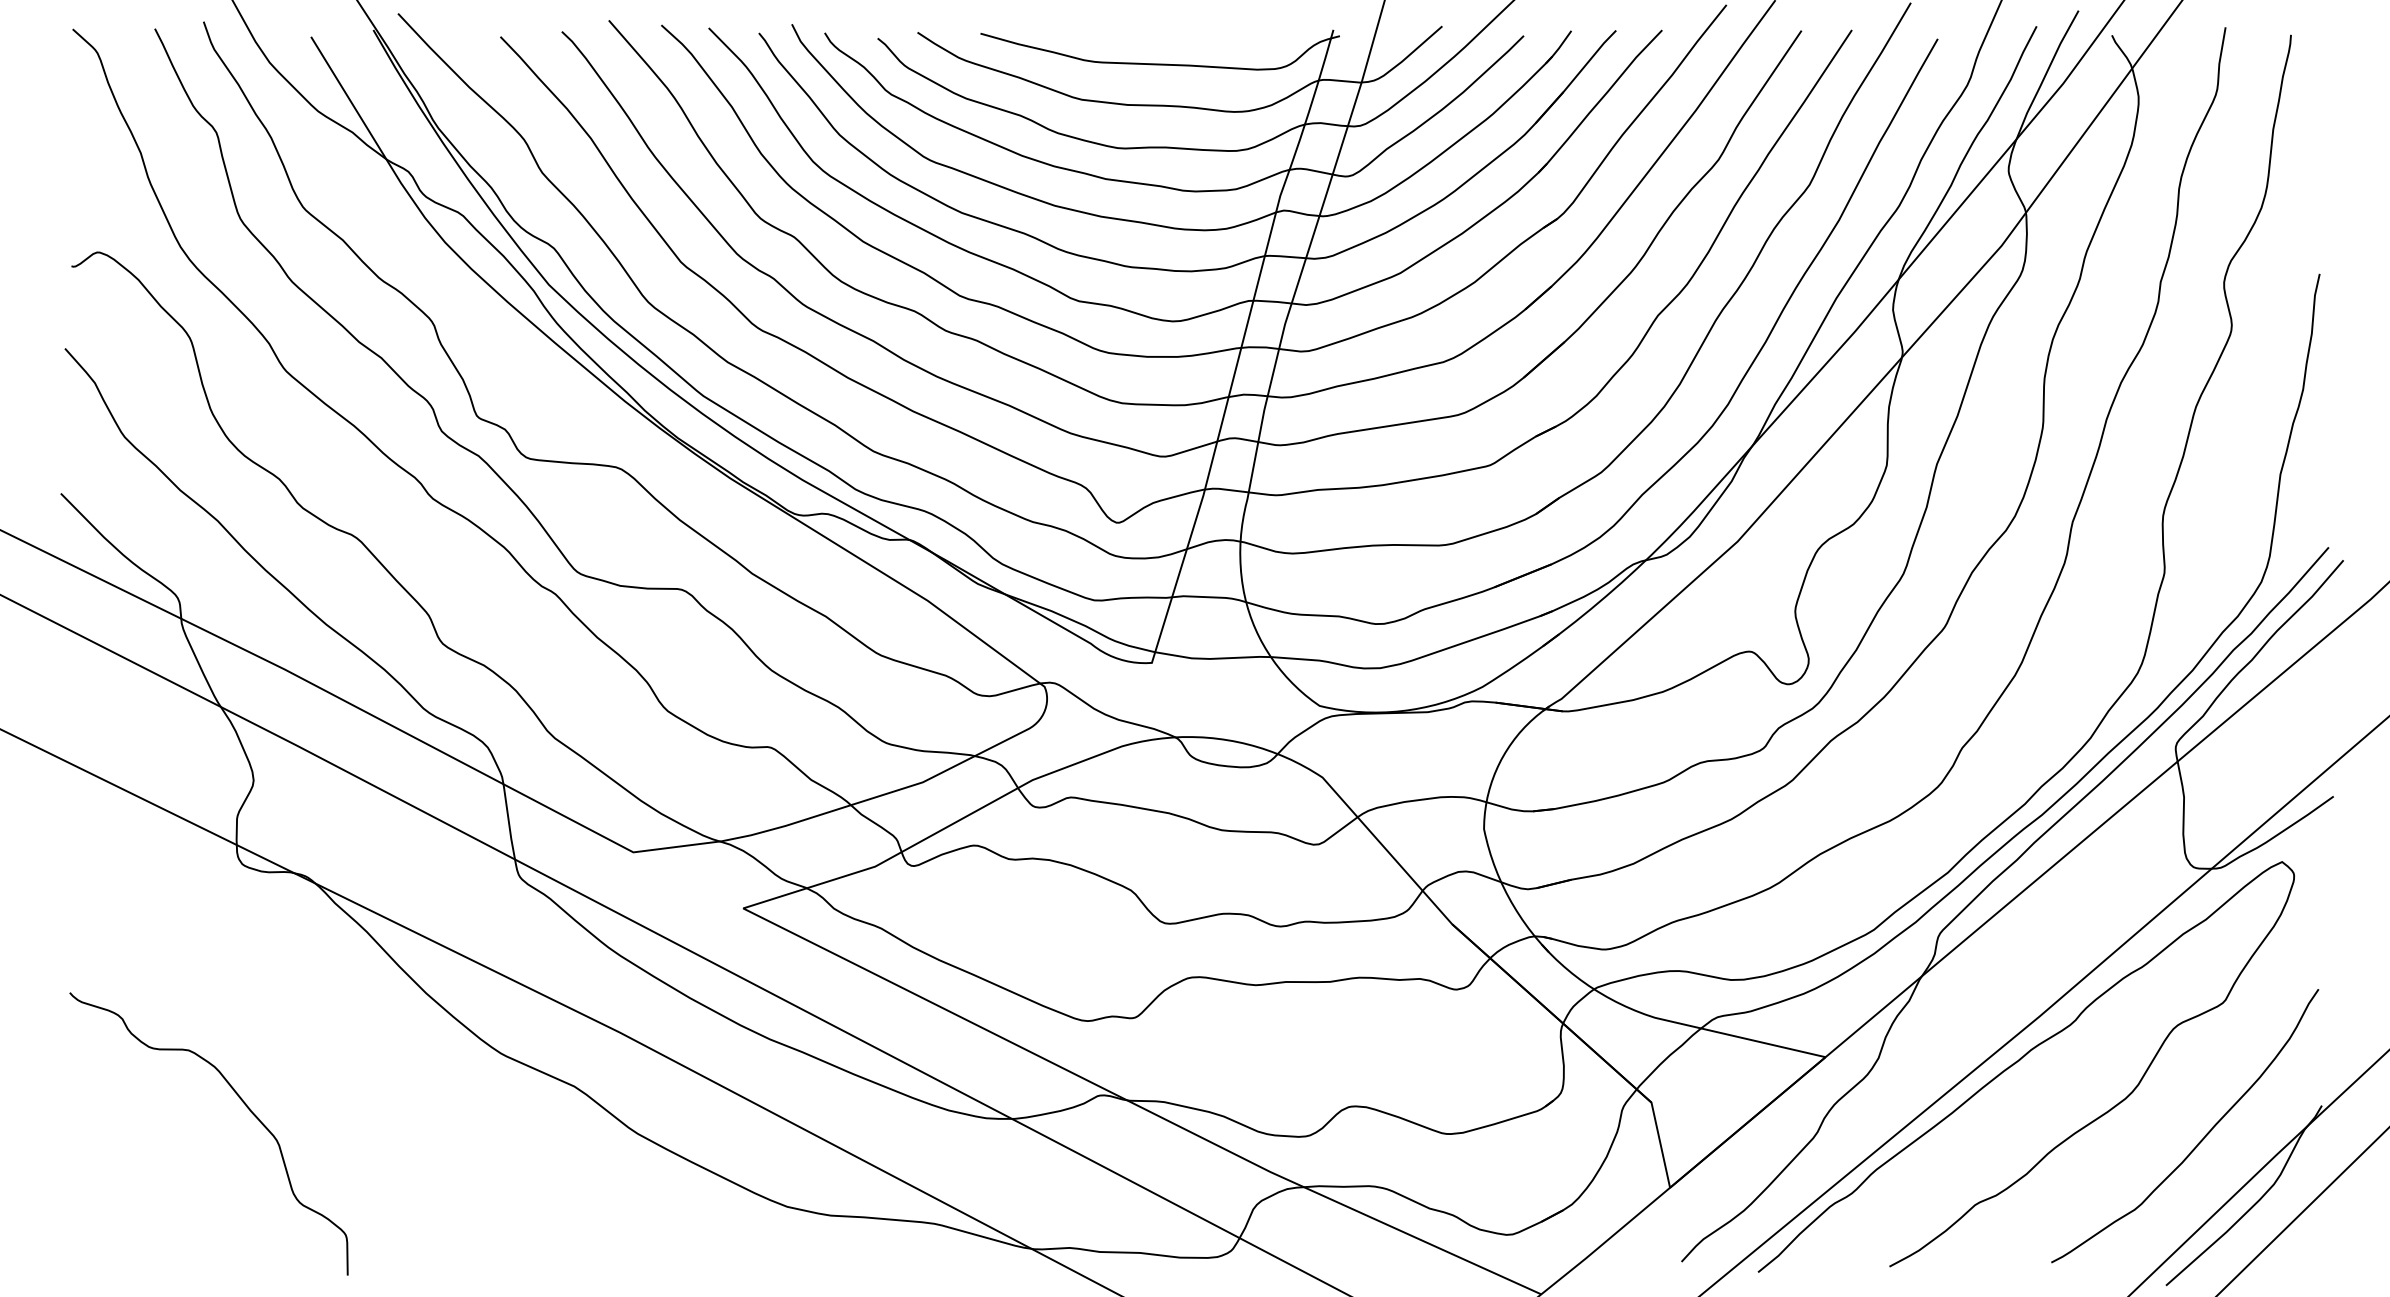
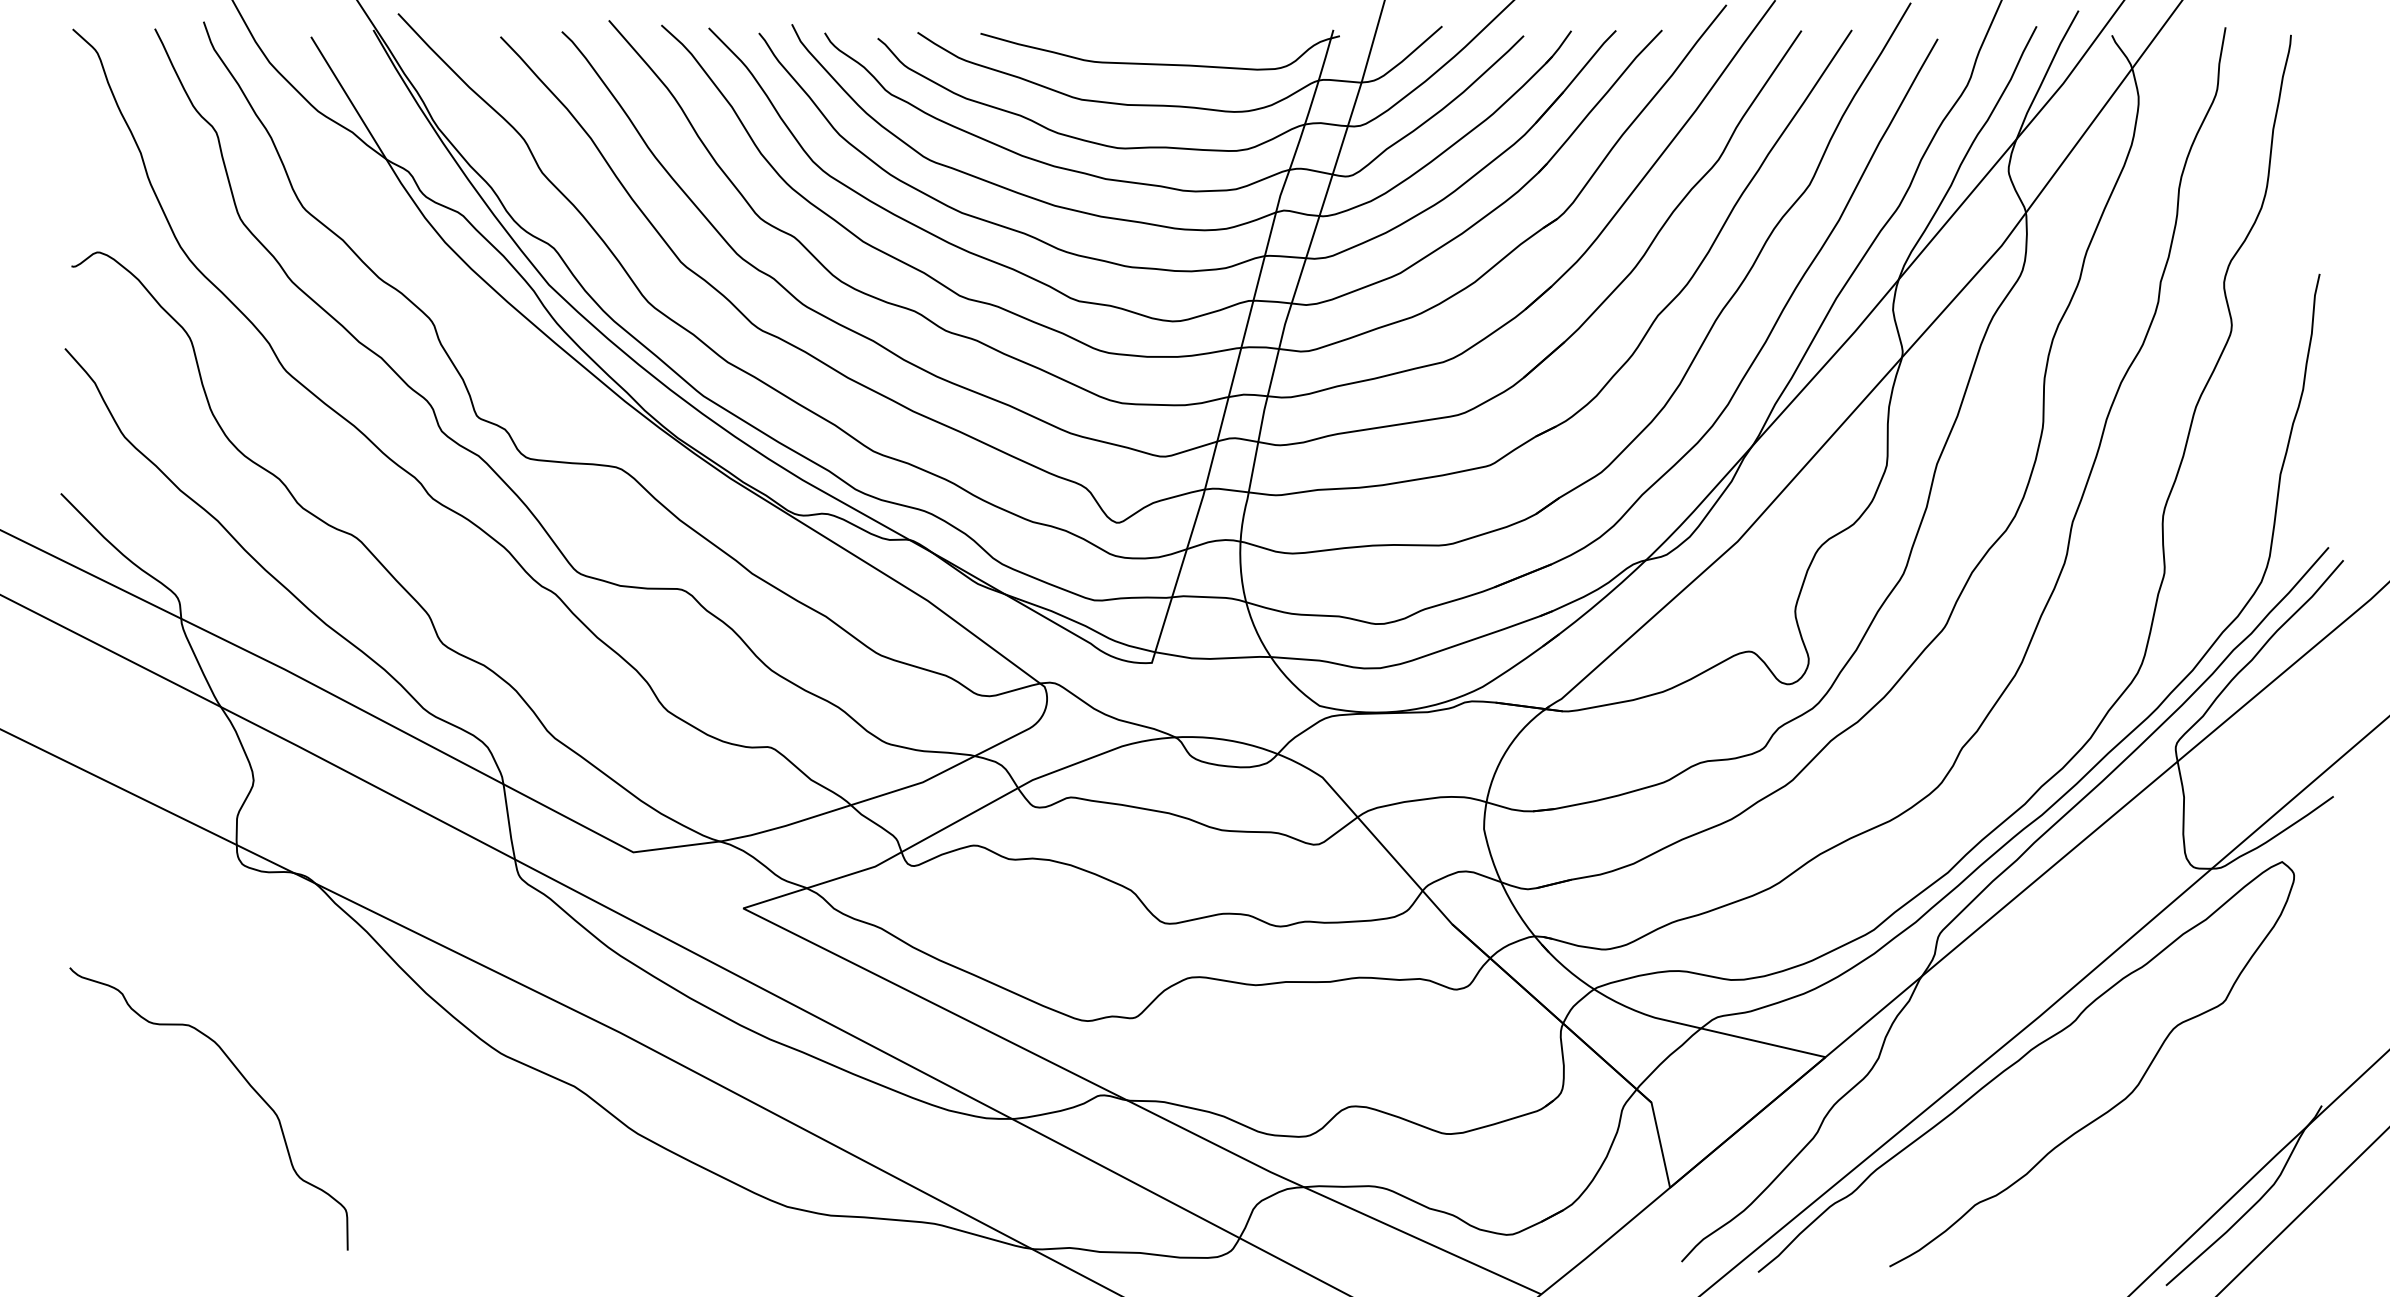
curve at (242, 1102) position: (242, 1102) -> (242, 1077)
curve at (2200, 1140): present -> none
